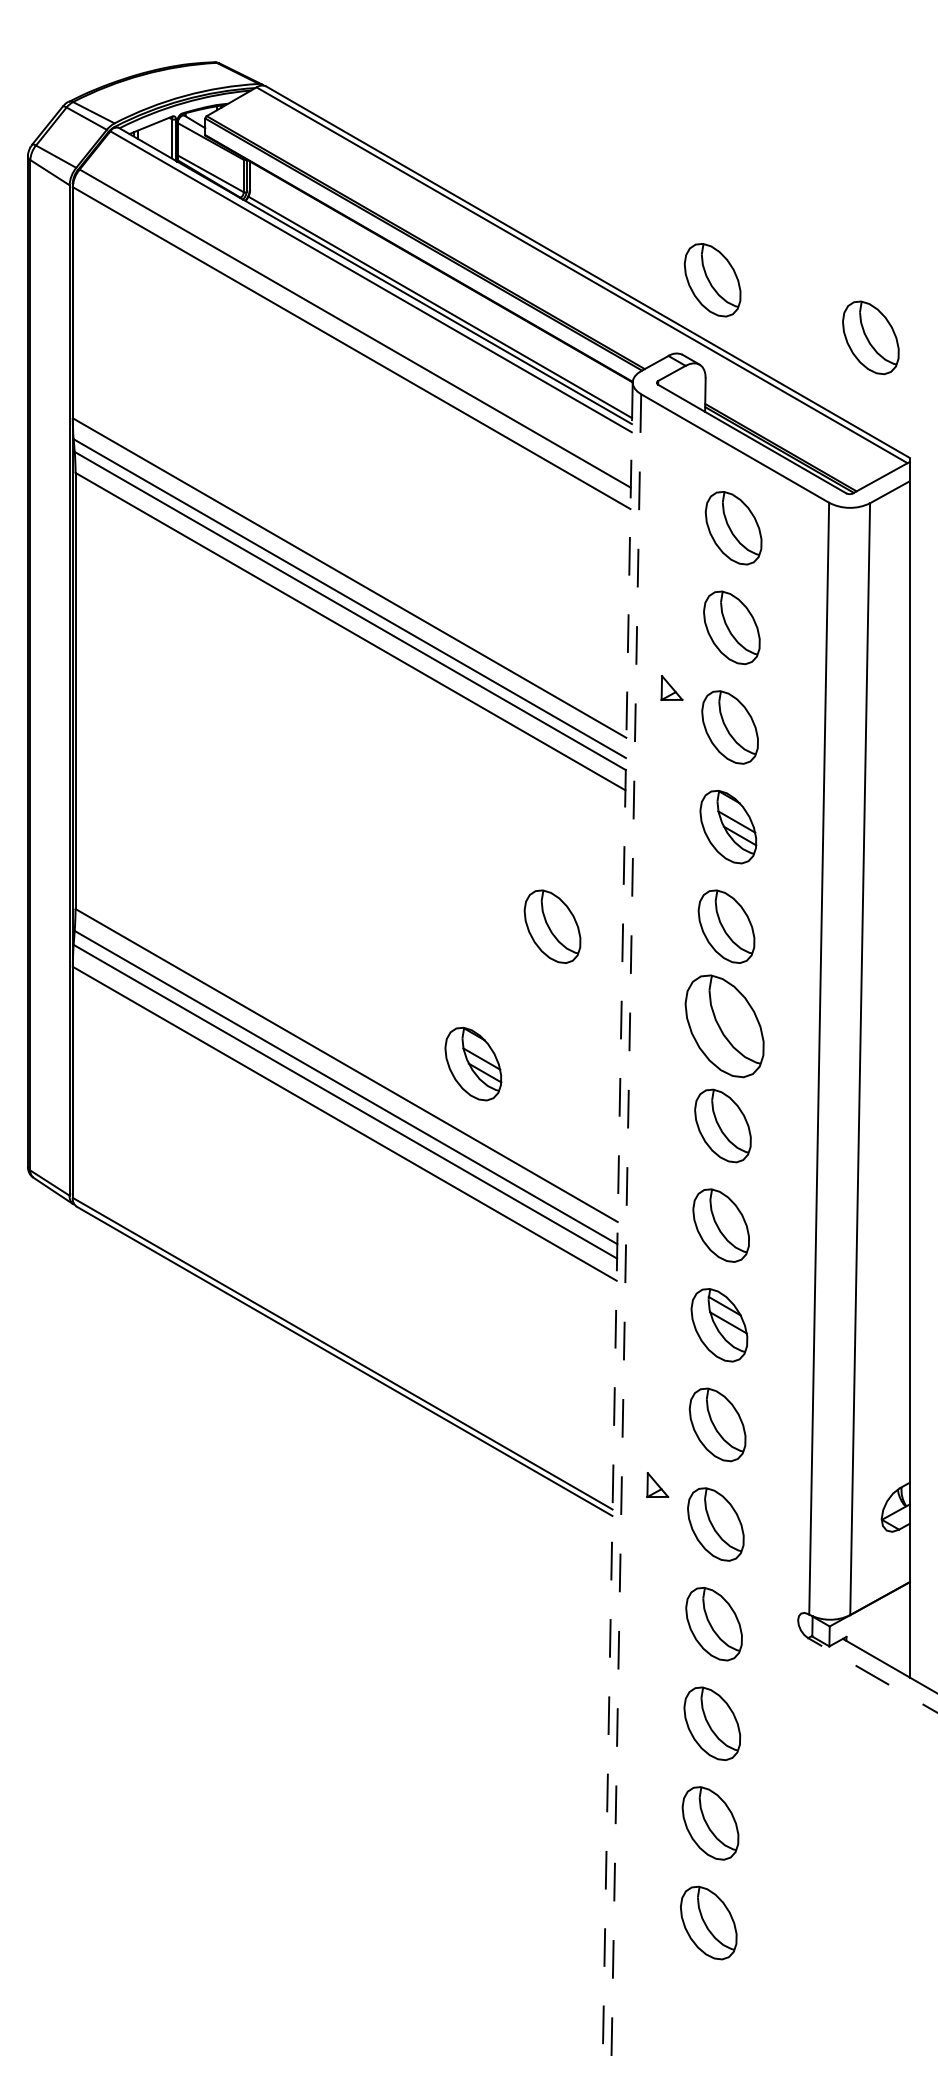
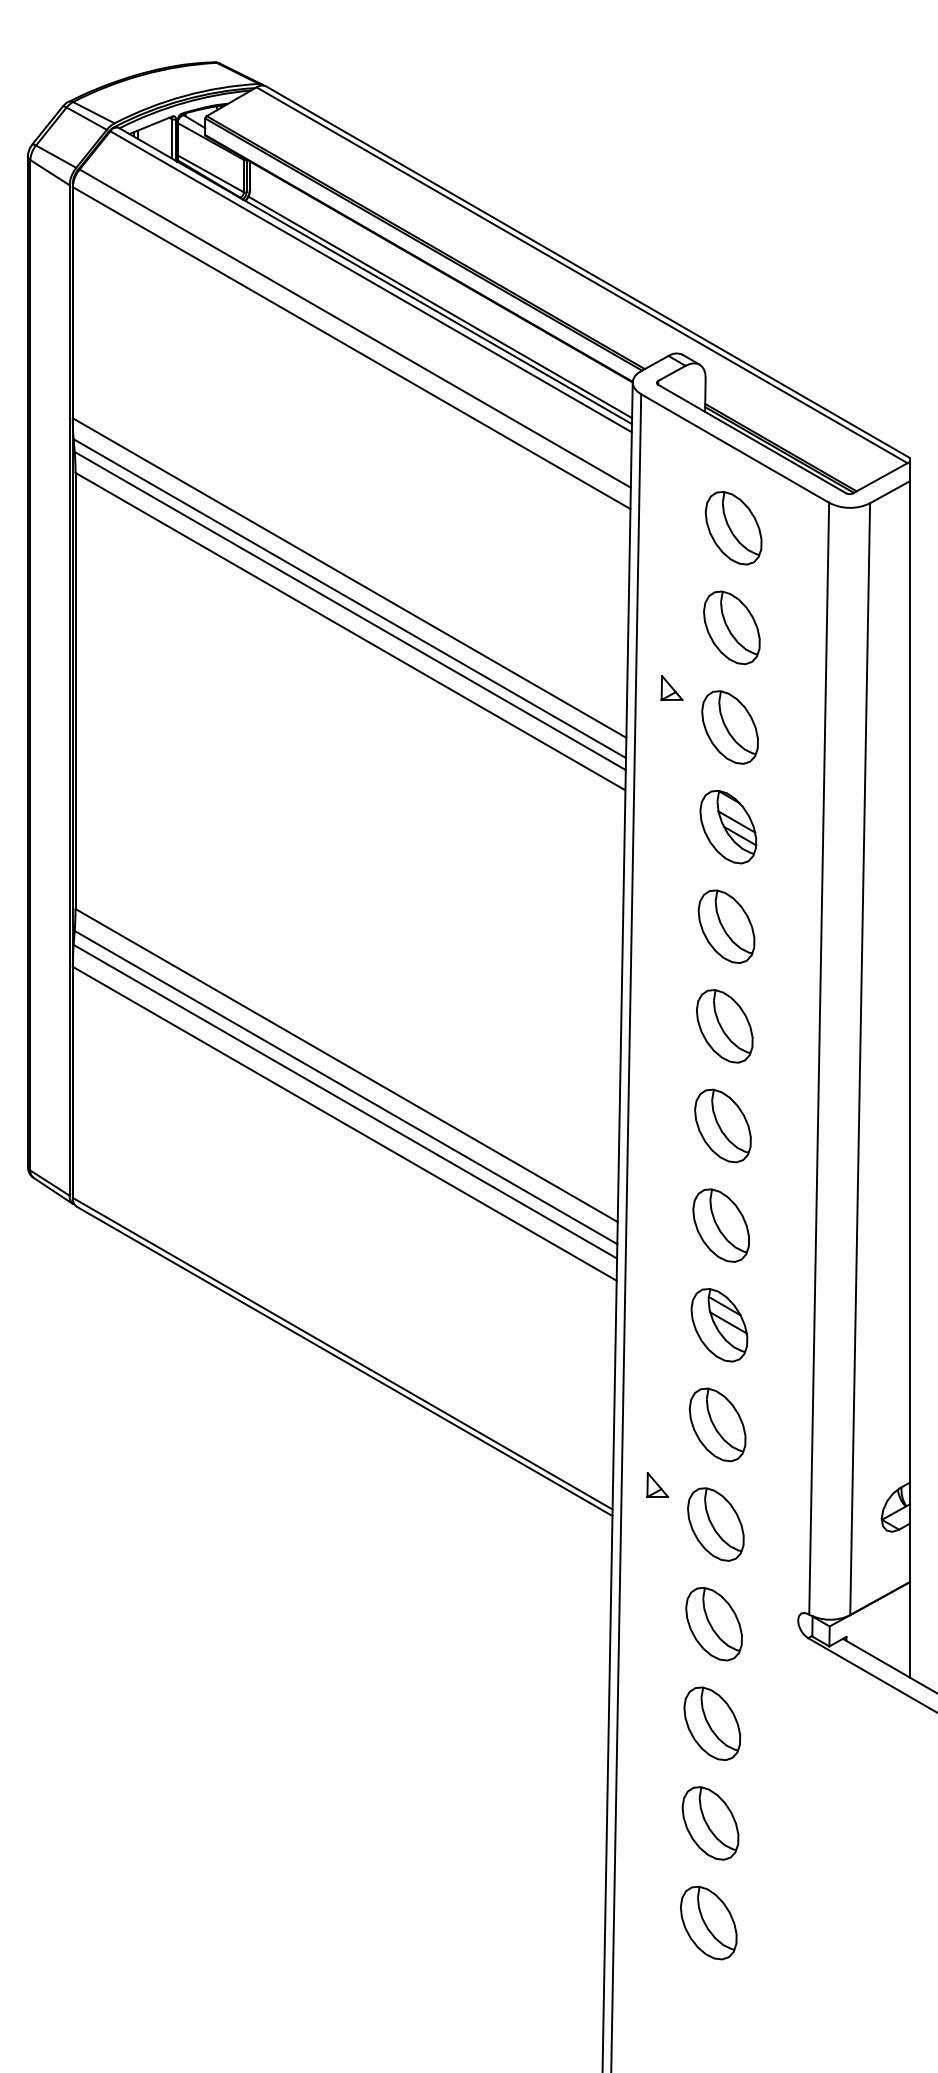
part at (712, 280): present -> none
part at (870, 337): present -> none
part at (552, 926): present -> none
part at (724, 1026) size: 81x105 px -> 58x75 px
part at (473, 1063): present -> none
line at (617, 1228): dashed -> solid
line at (626, 1234): dashed -> solid
line at (872, 1675): dashed -> solid
